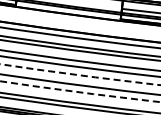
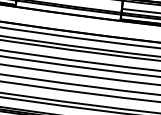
arc at (80, 75): dashed -> solid
arc at (81, 92): dashed -> solid
